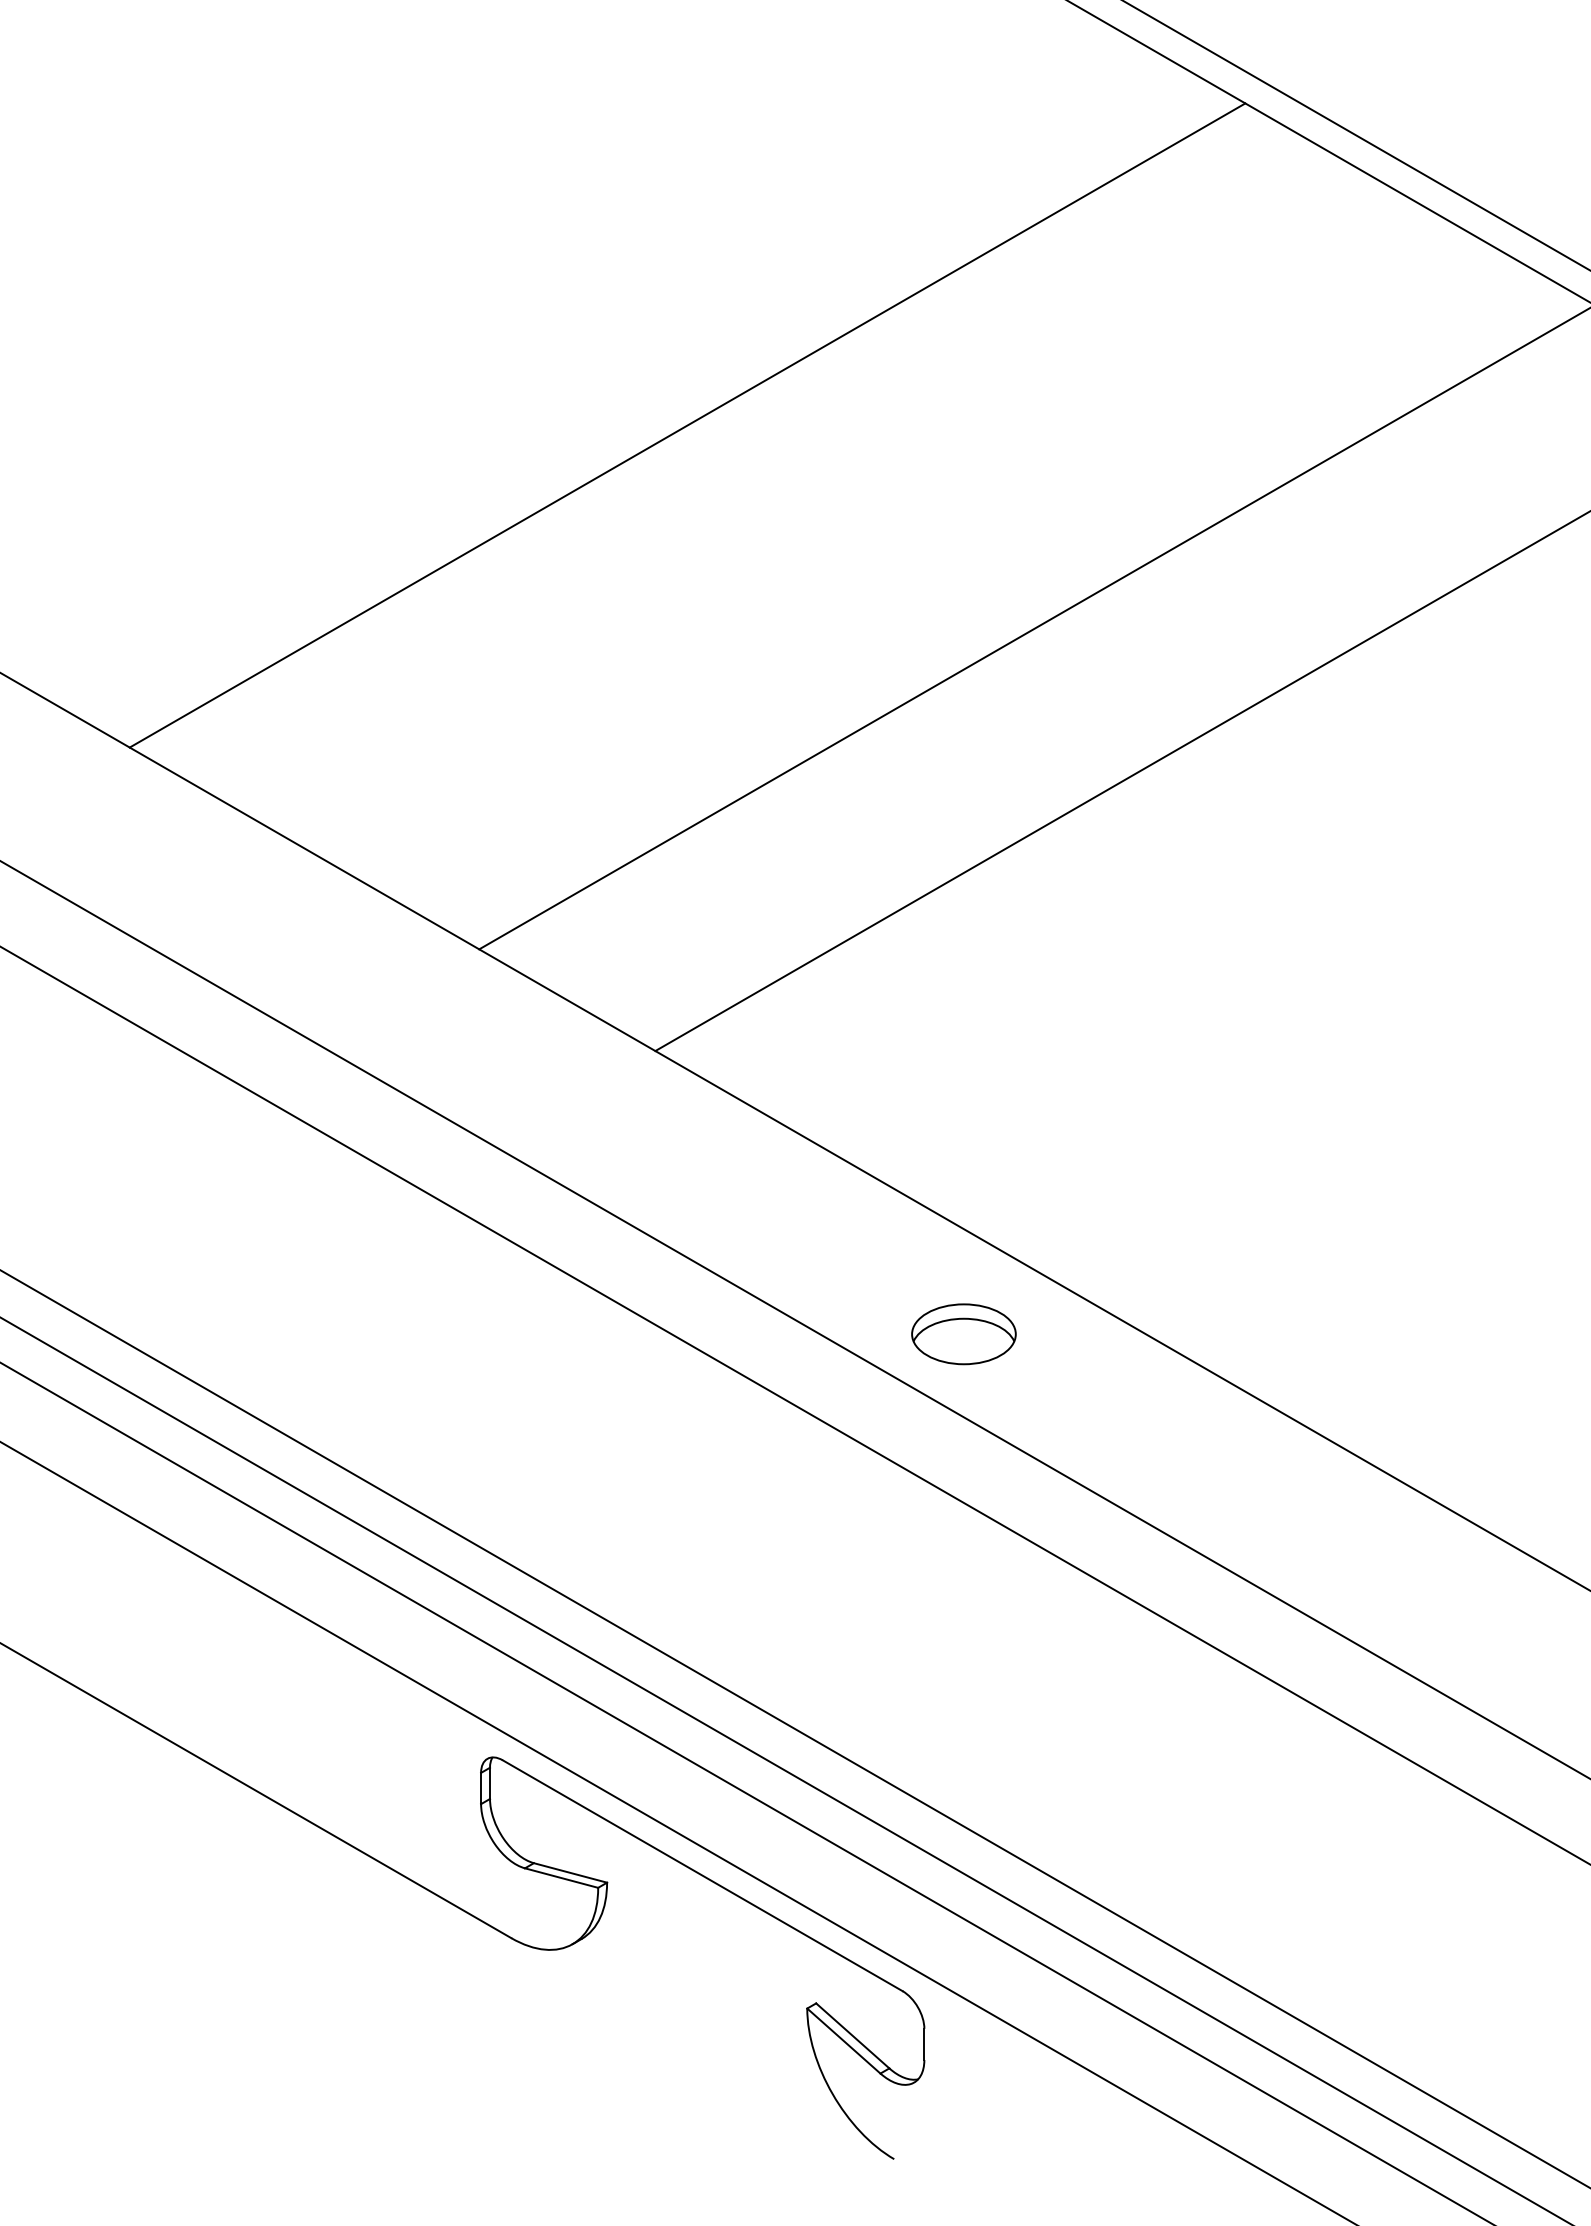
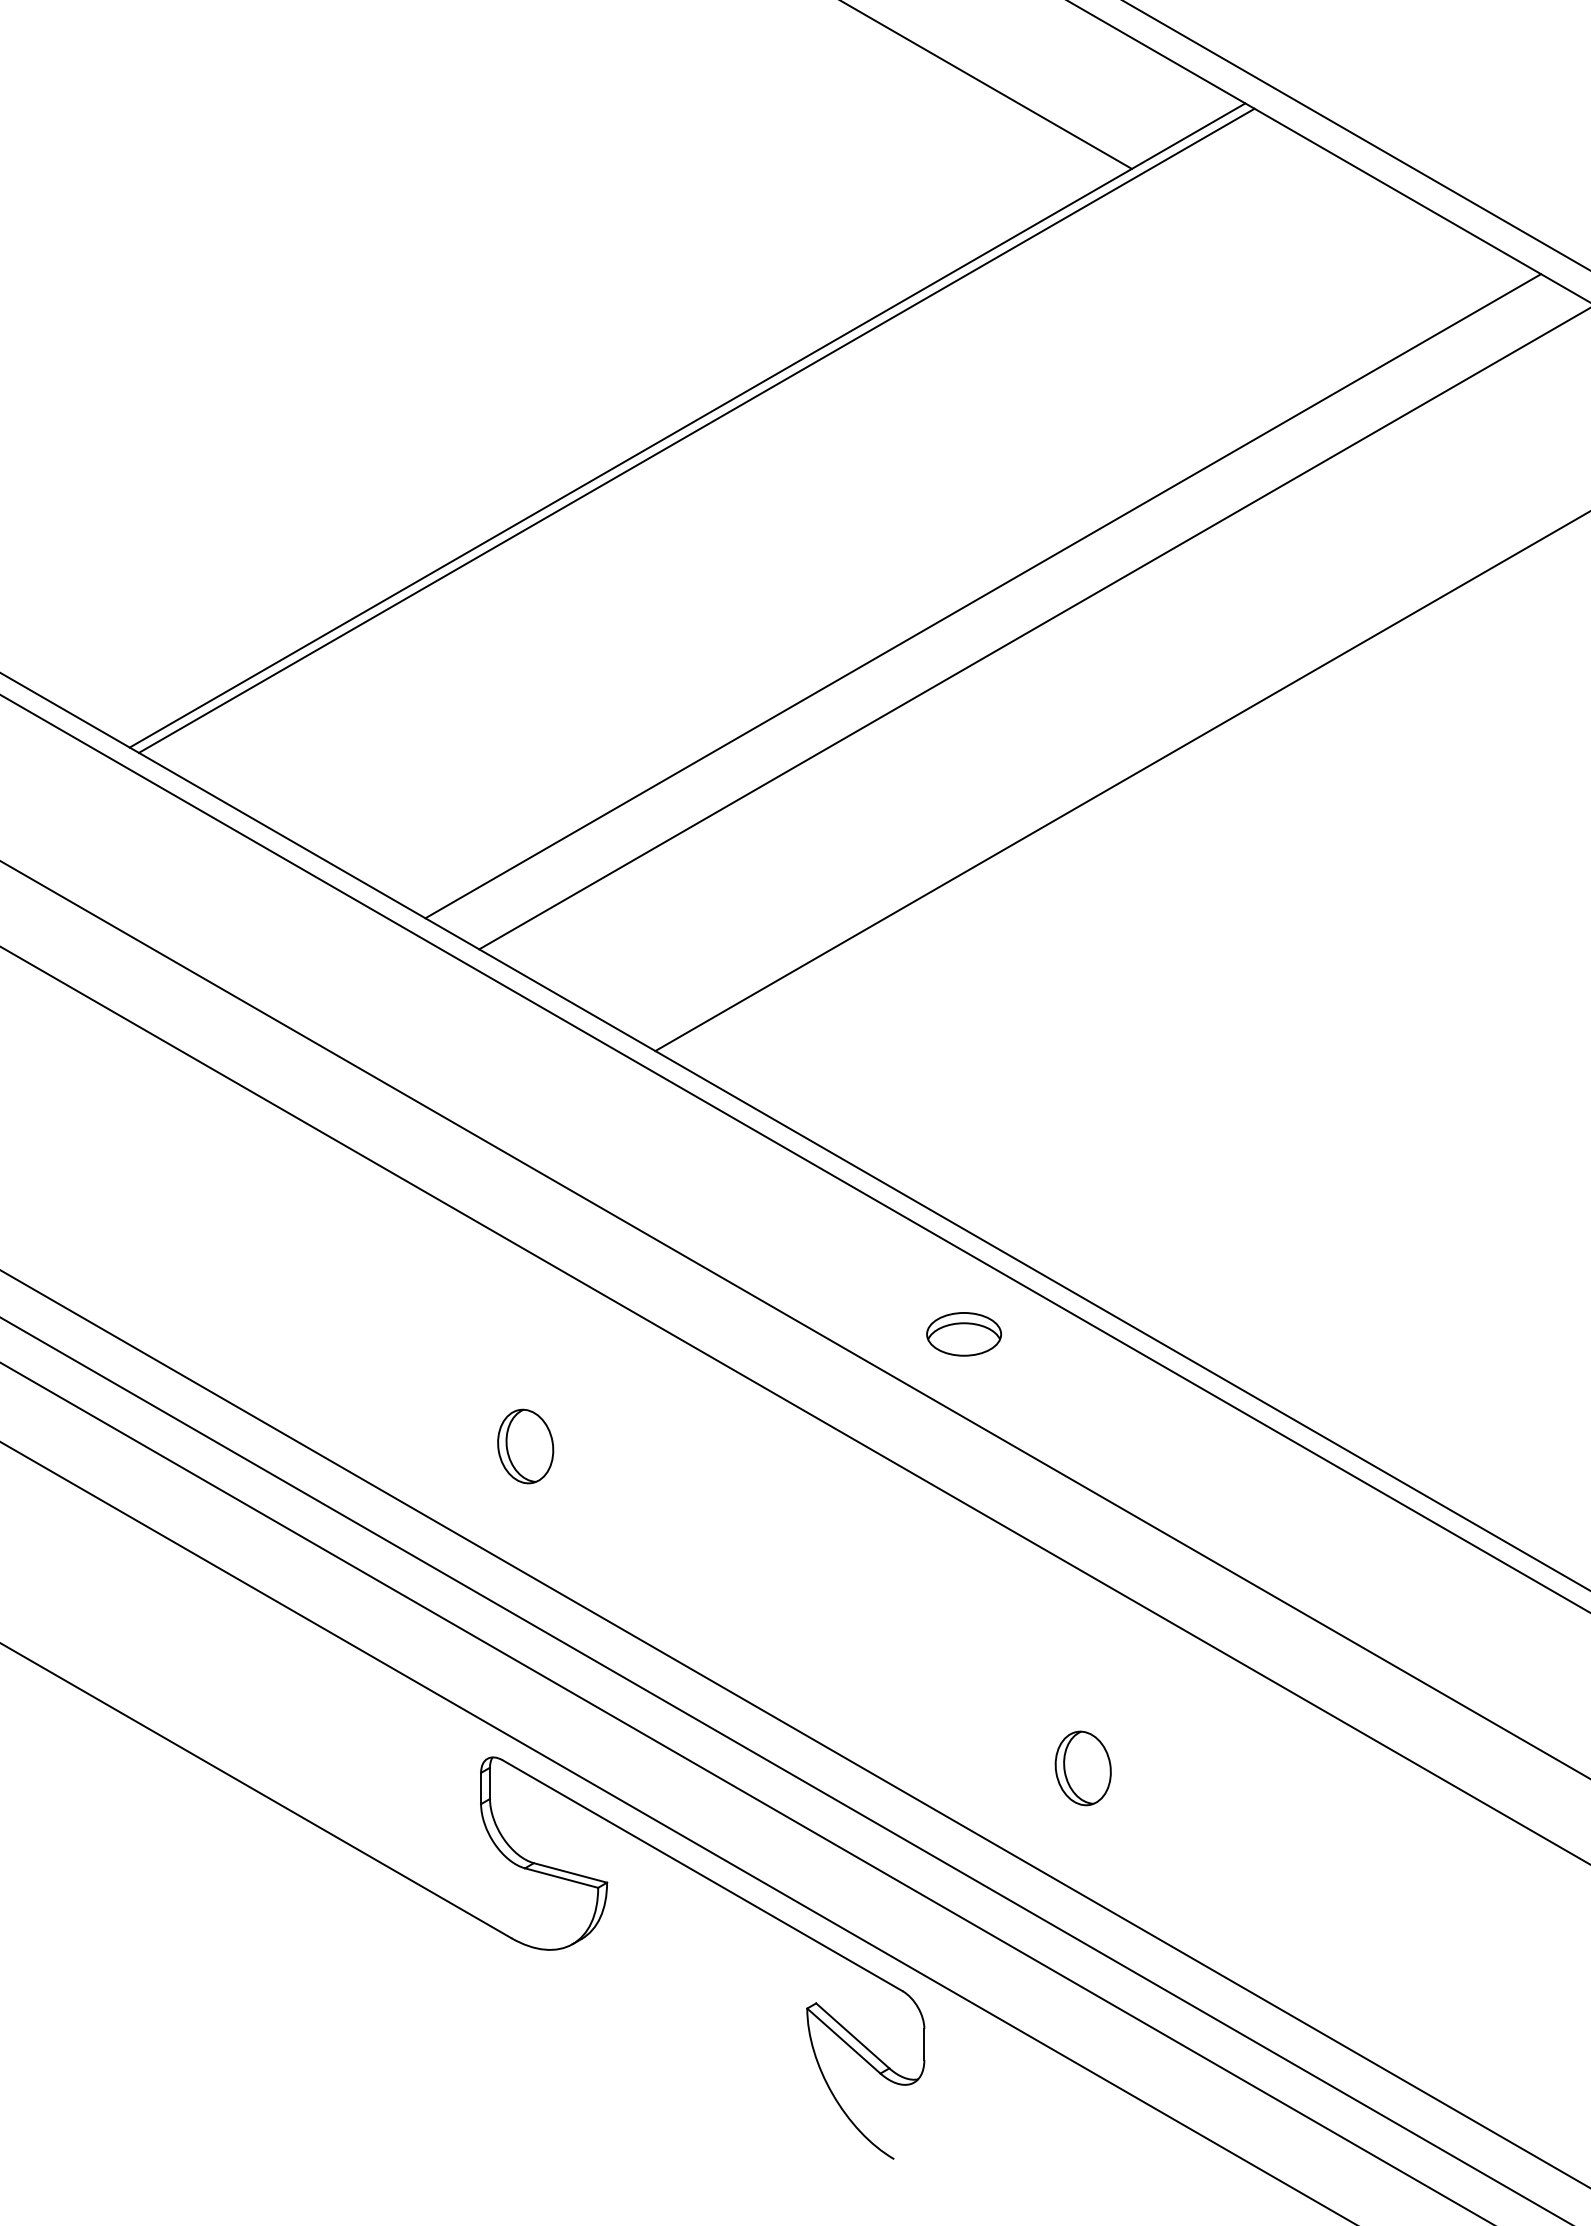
line at (987, 85): none -> present
line at (696, 430): none -> present
line at (983, 596): none -> present
line at (794, 1153): none -> present
part at (963, 1334) size: 106x63 px -> 77x45 px
part at (525, 1446): none -> present
part at (1082, 1768): none -> present
